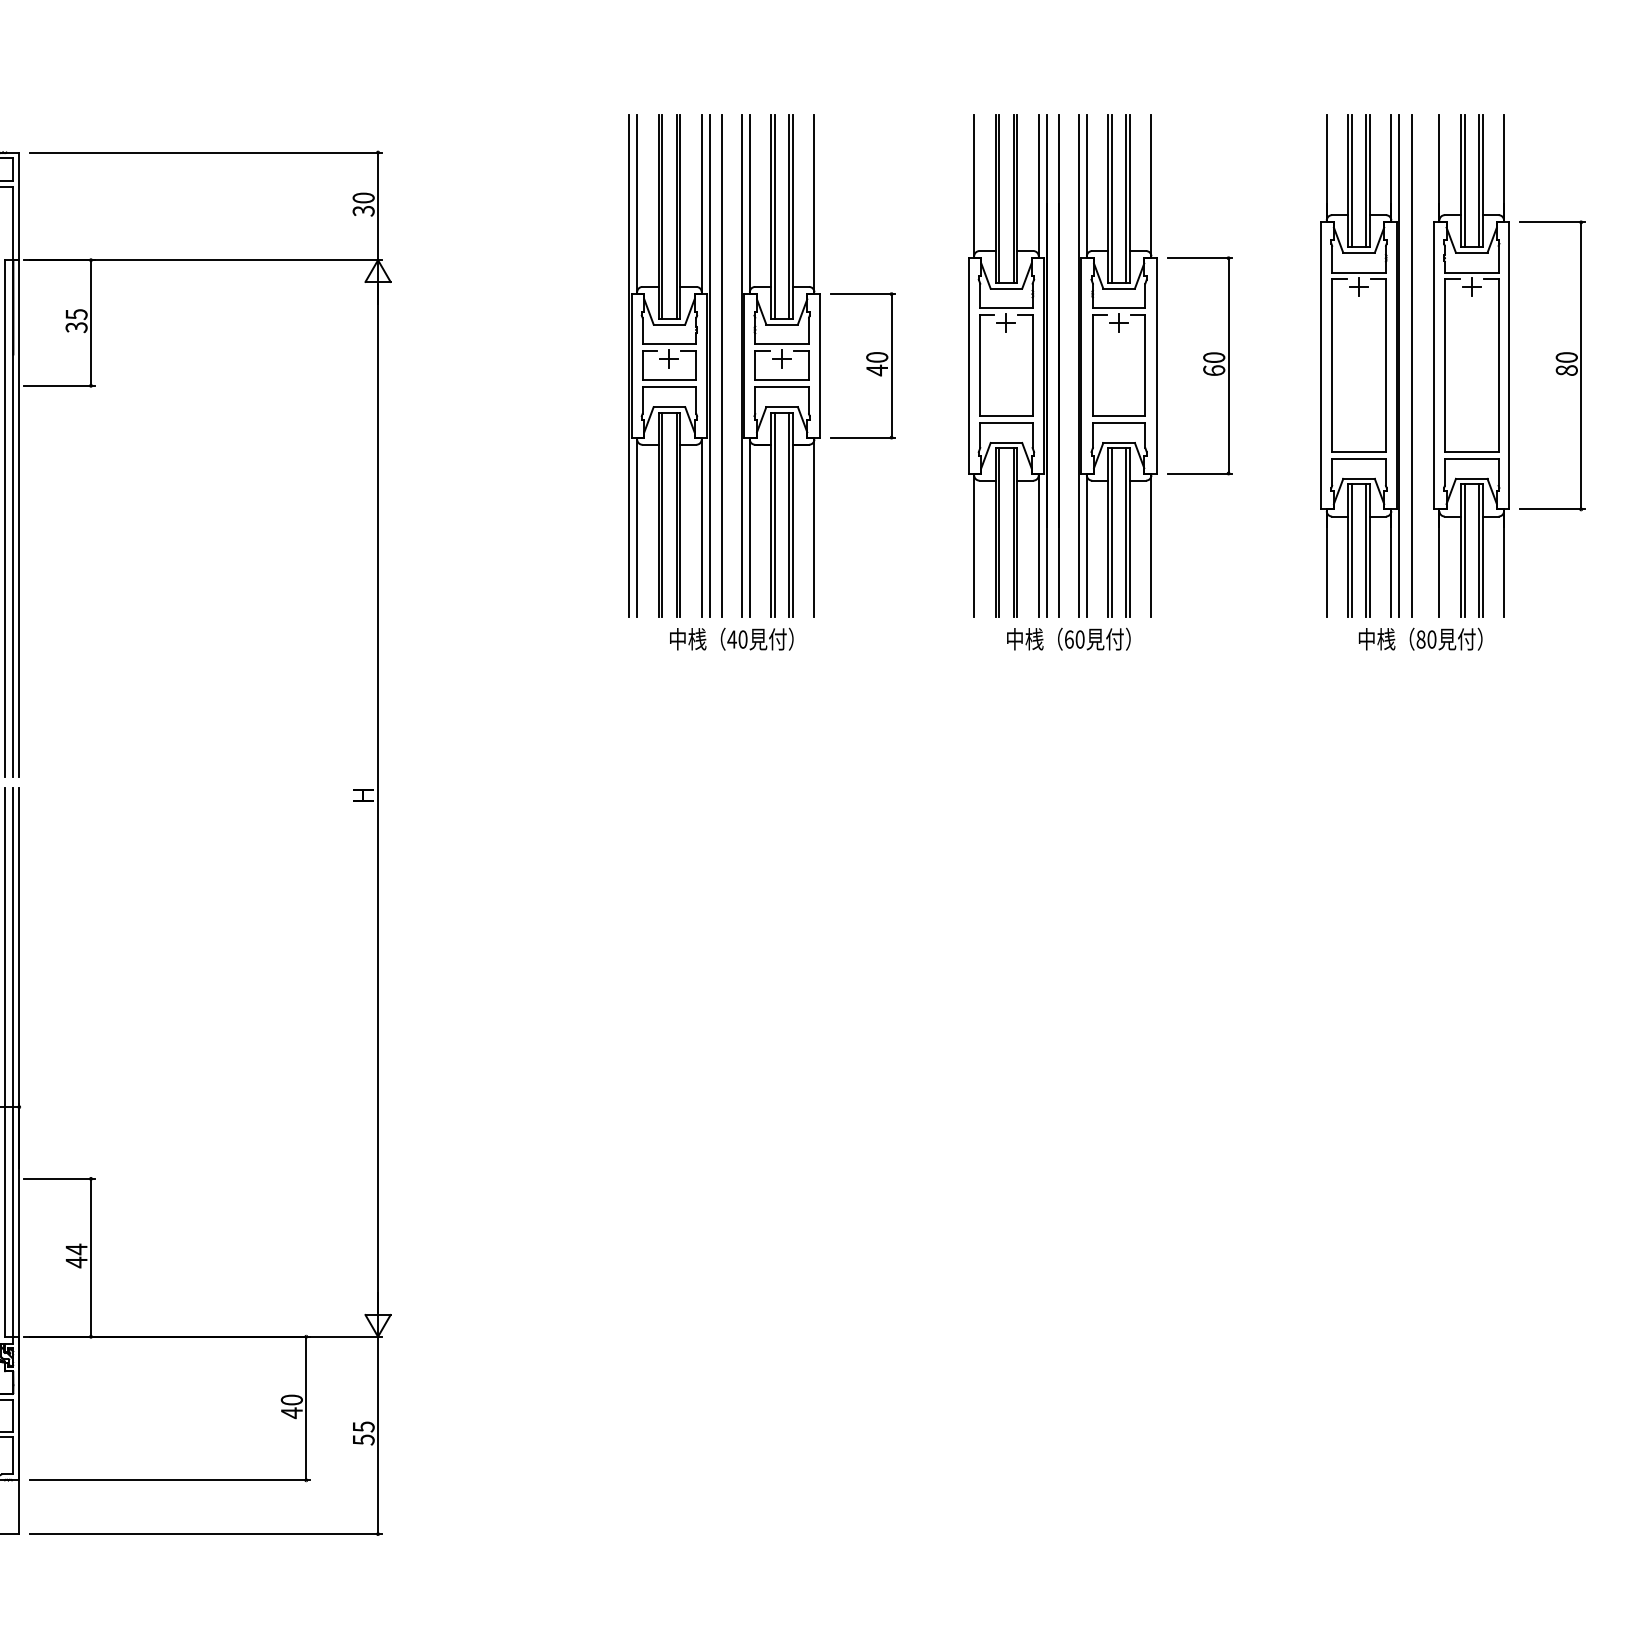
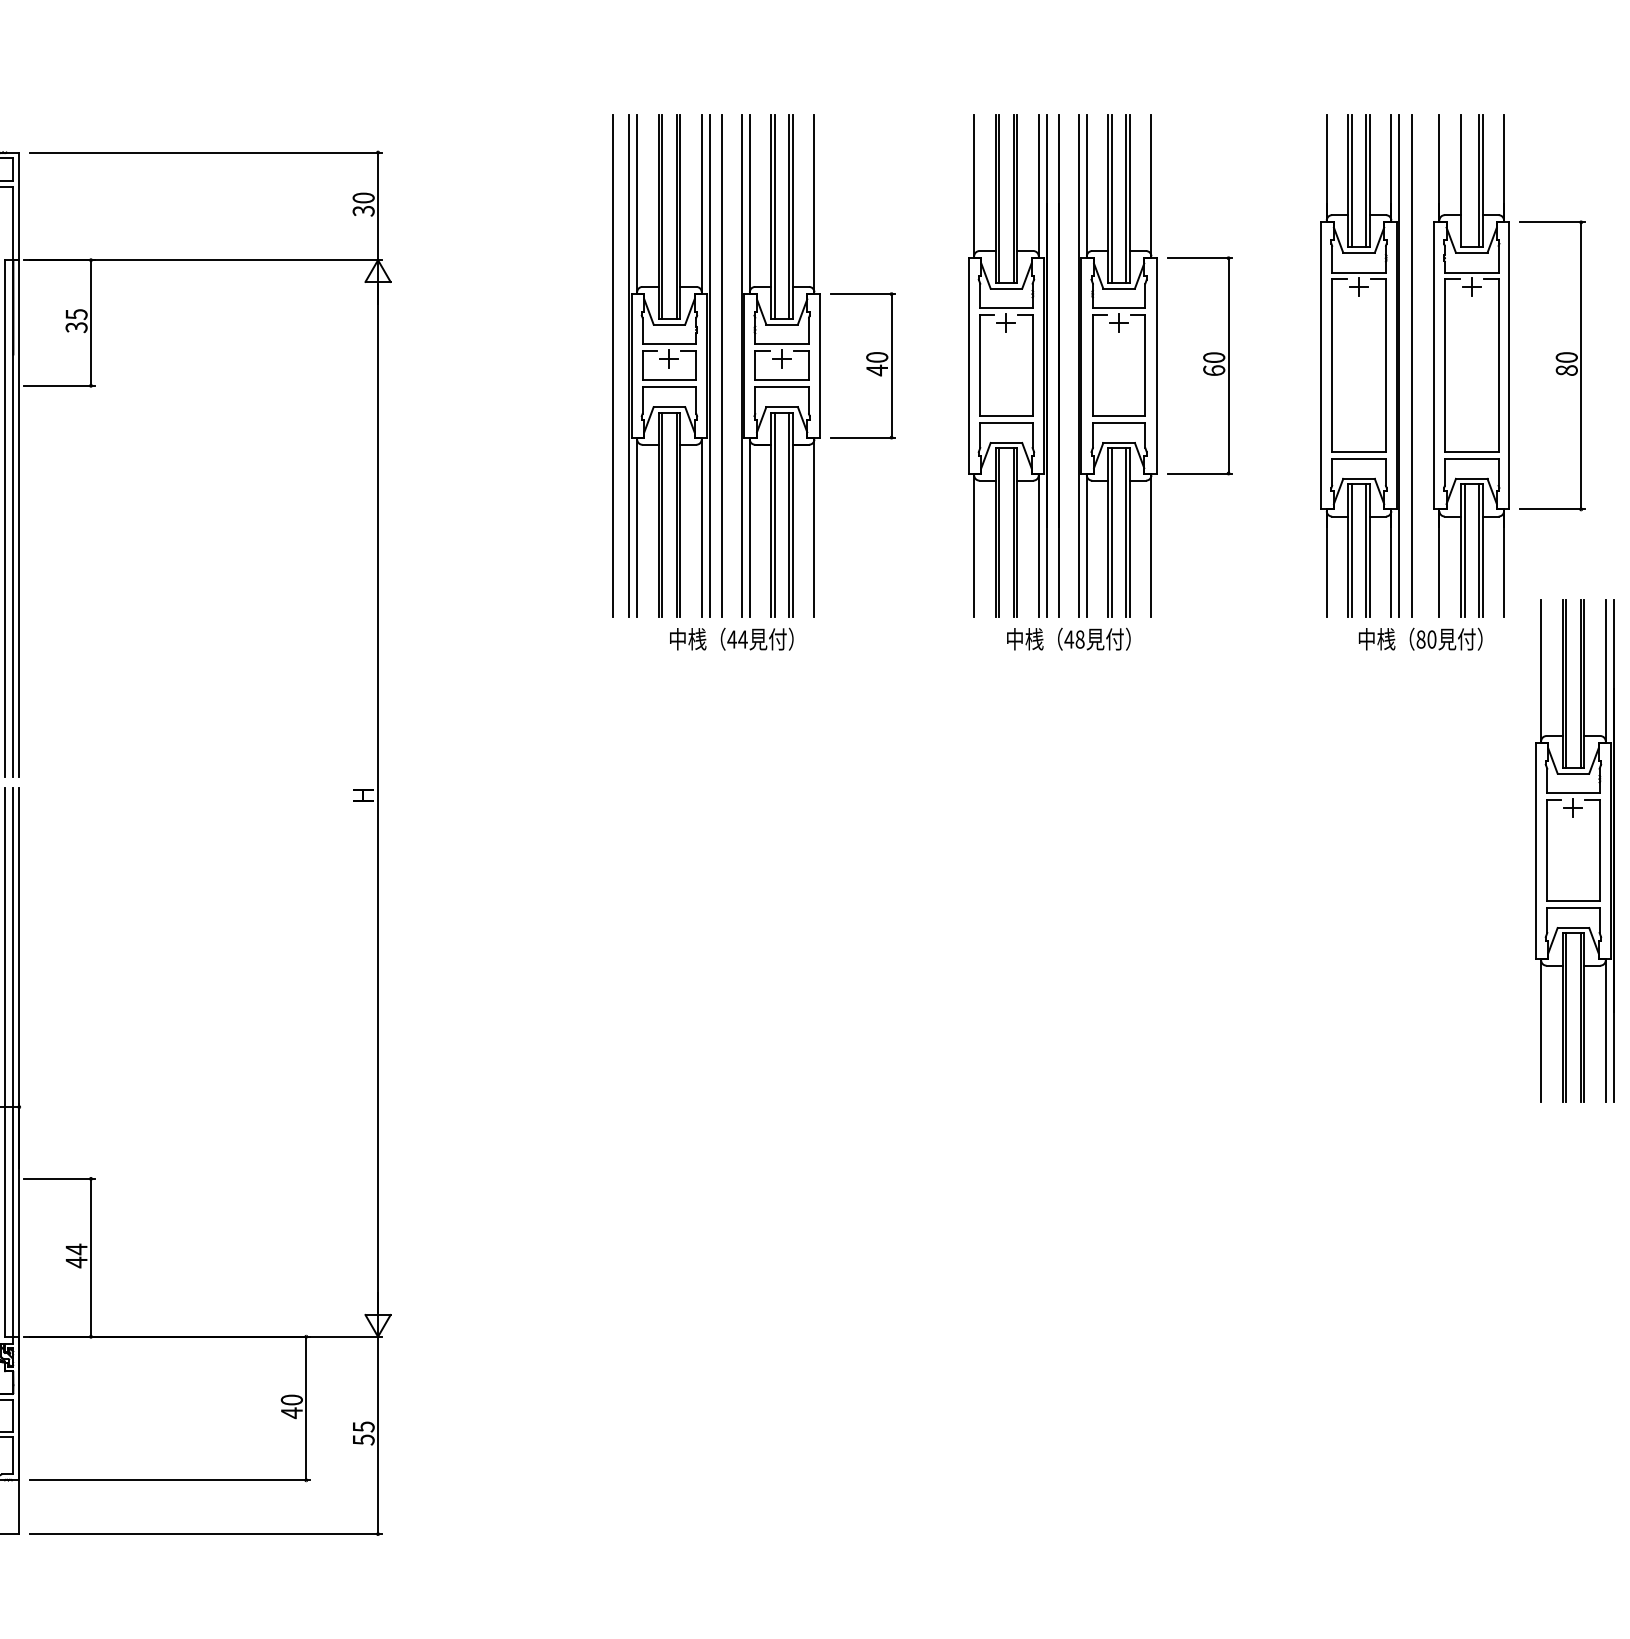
line at (1464, 180): present -> none
line at (612, 365): none -> present
text at (742, 639): 40 -> 44
text at (1074, 639): 60 -> 48
part at (1574, 850): none -> present
